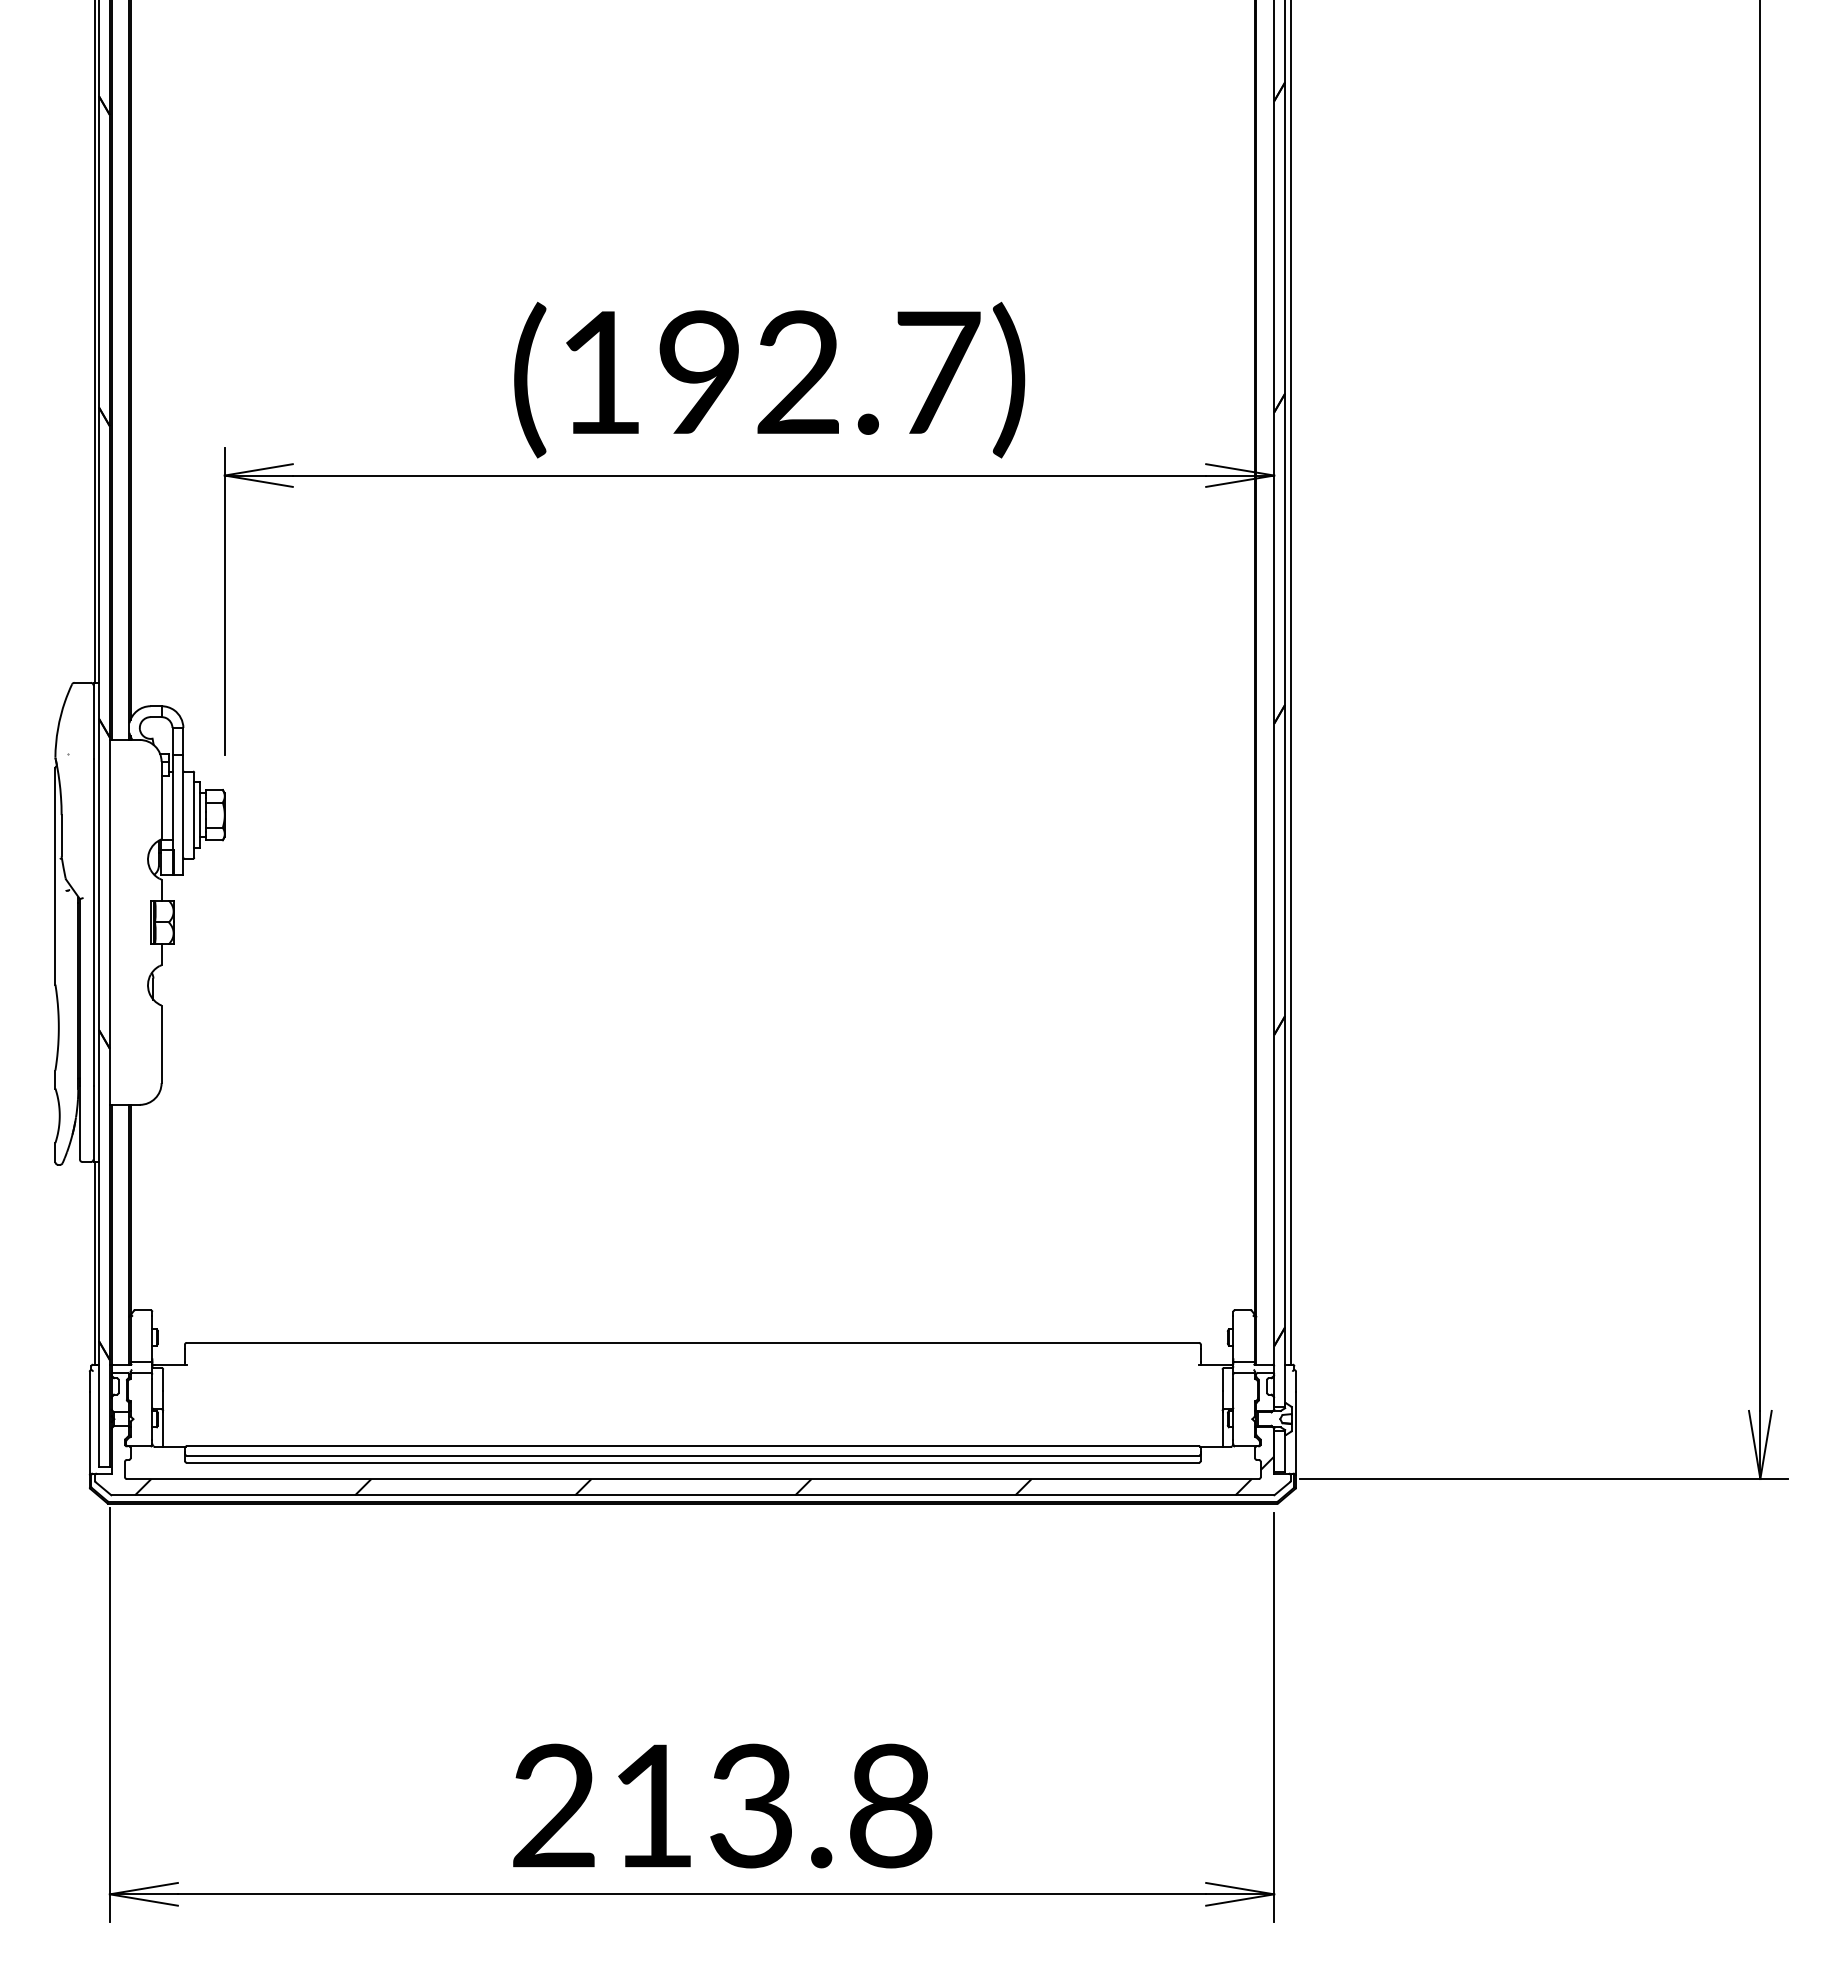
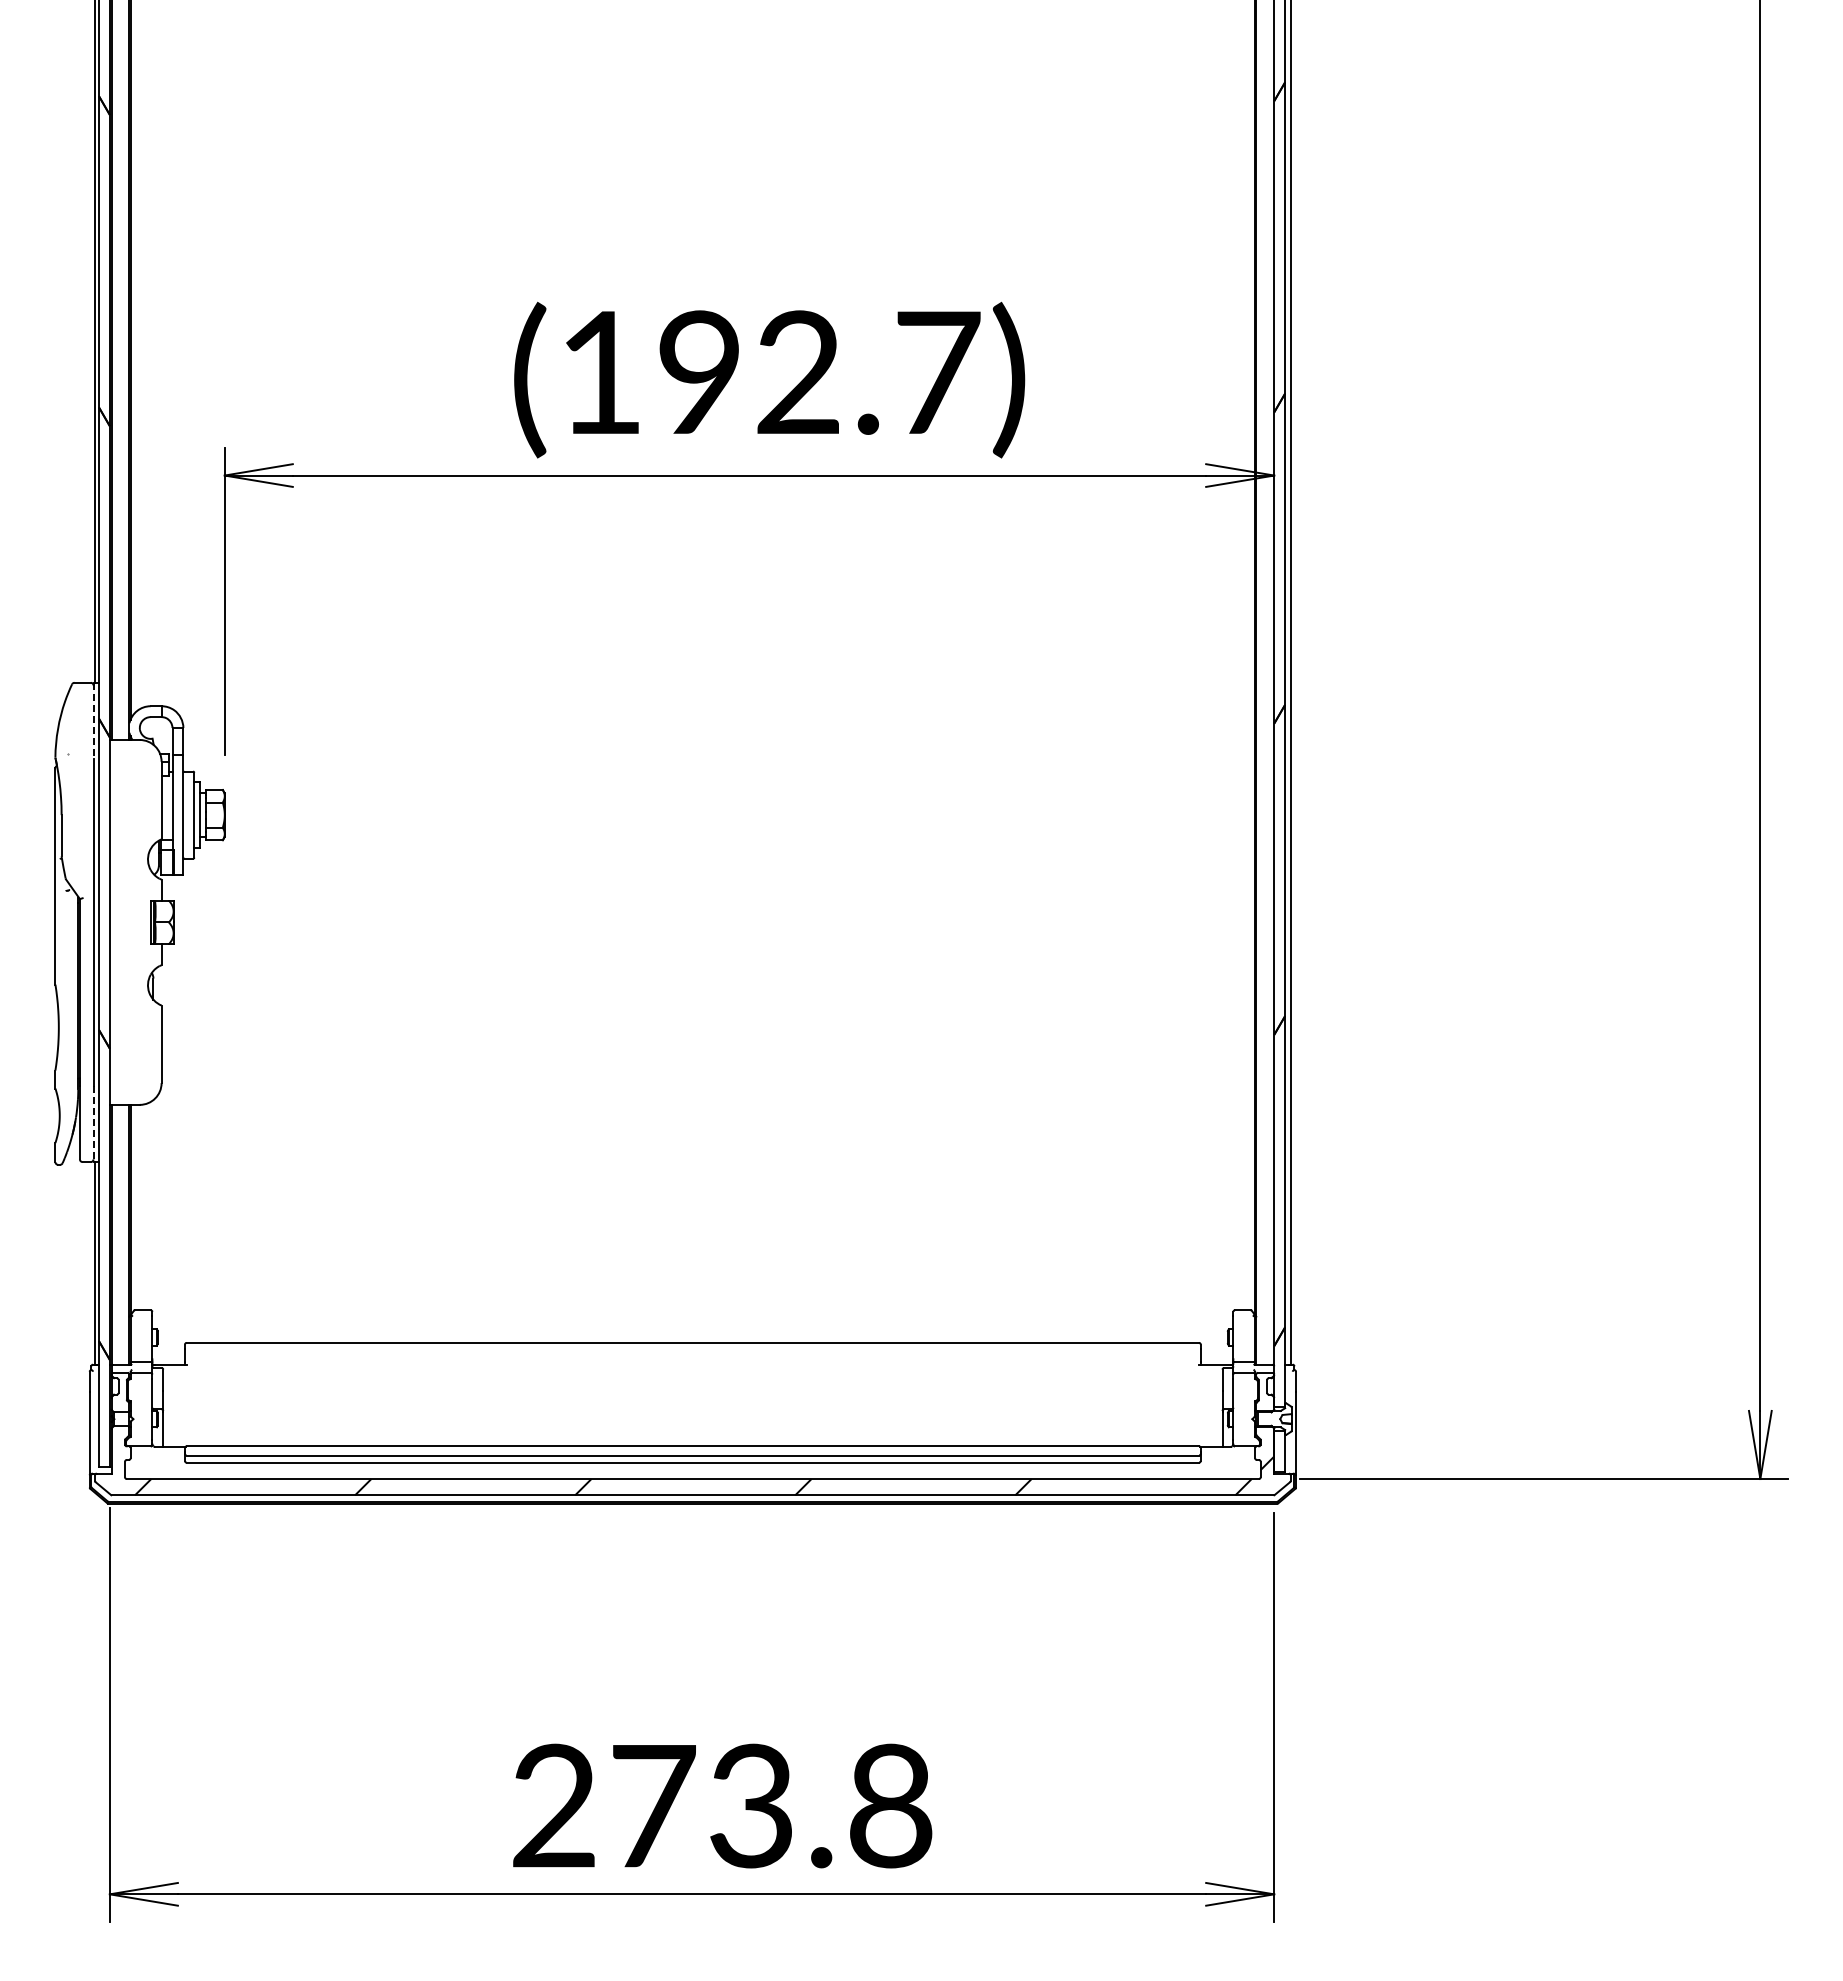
line at (93, 721): solid -> dashed
line at (93, 1124): solid -> dashed
text at (654, 1805): 213.8 -> 273.8
